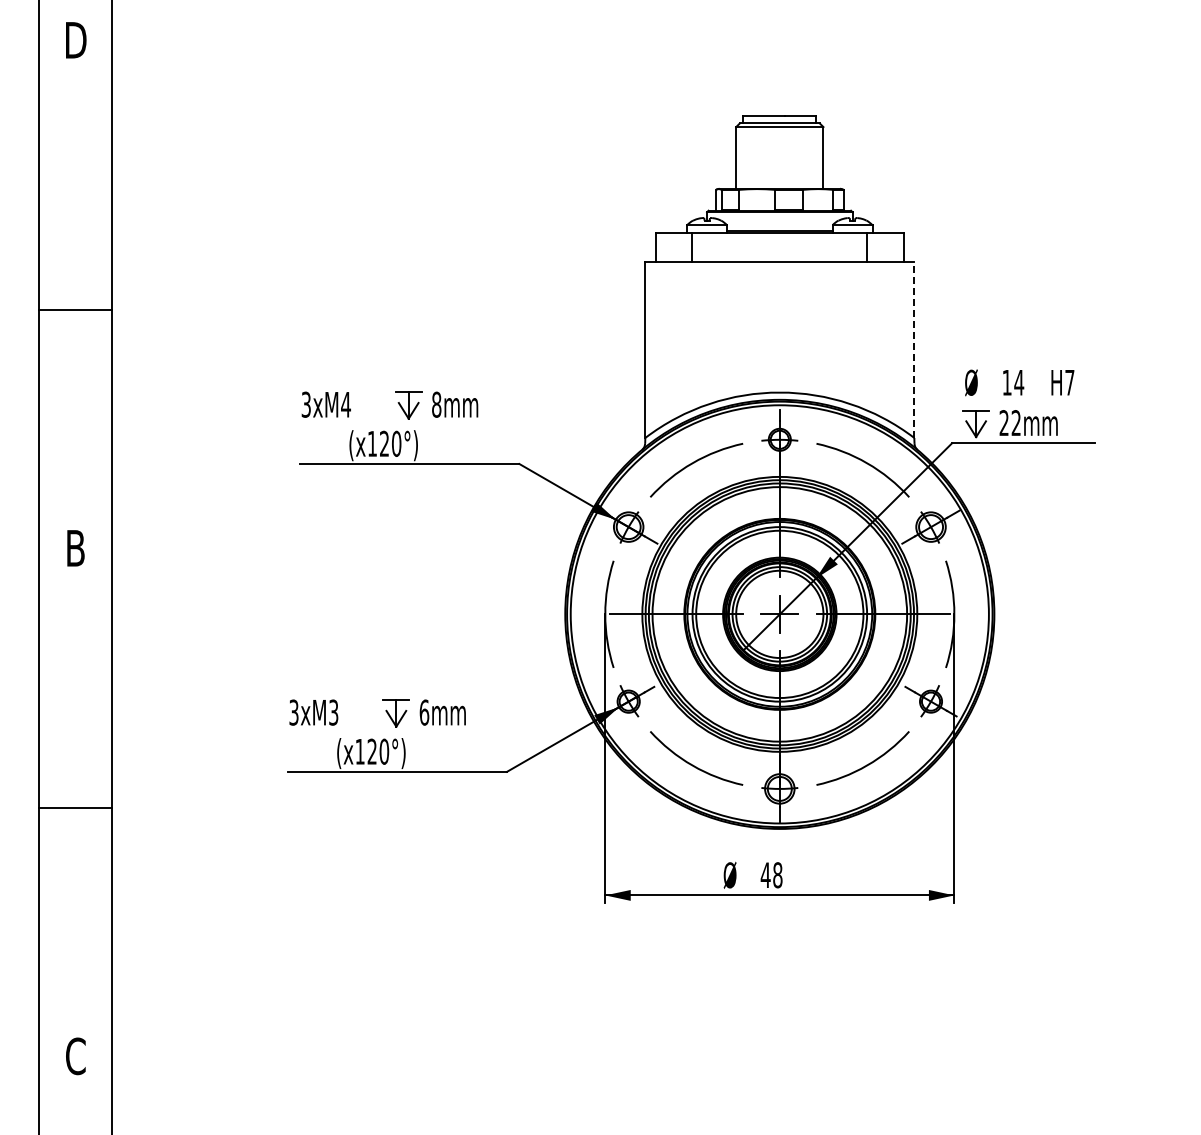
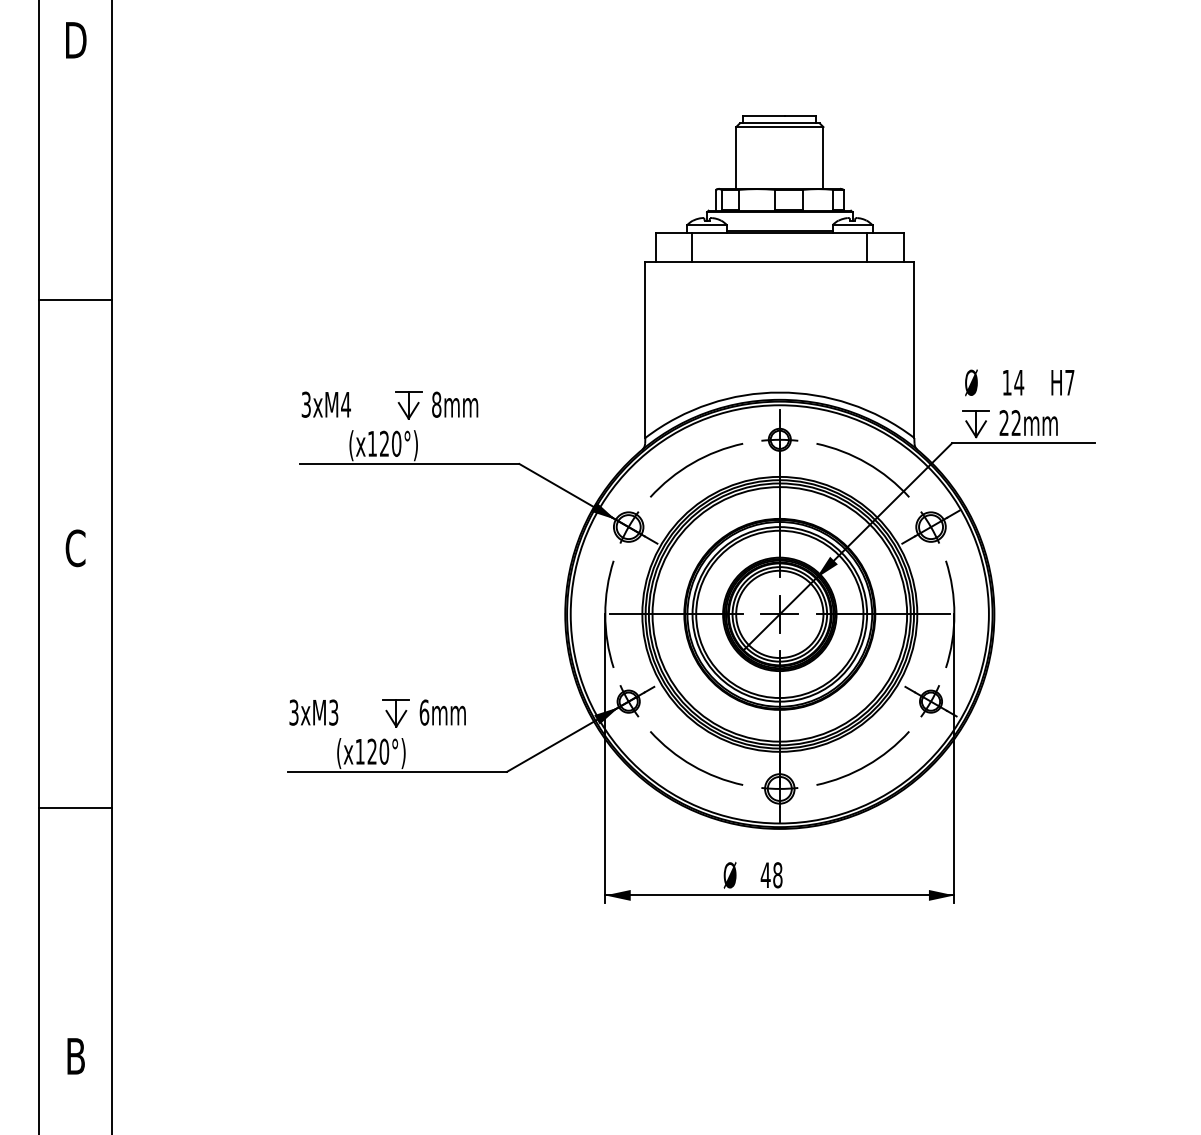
line at (75, 309) position: (75, 309) -> (75, 299)
line at (914, 349): dashed -> solid
text at (75, 548): B -> C
text at (75, 1056): C -> B
